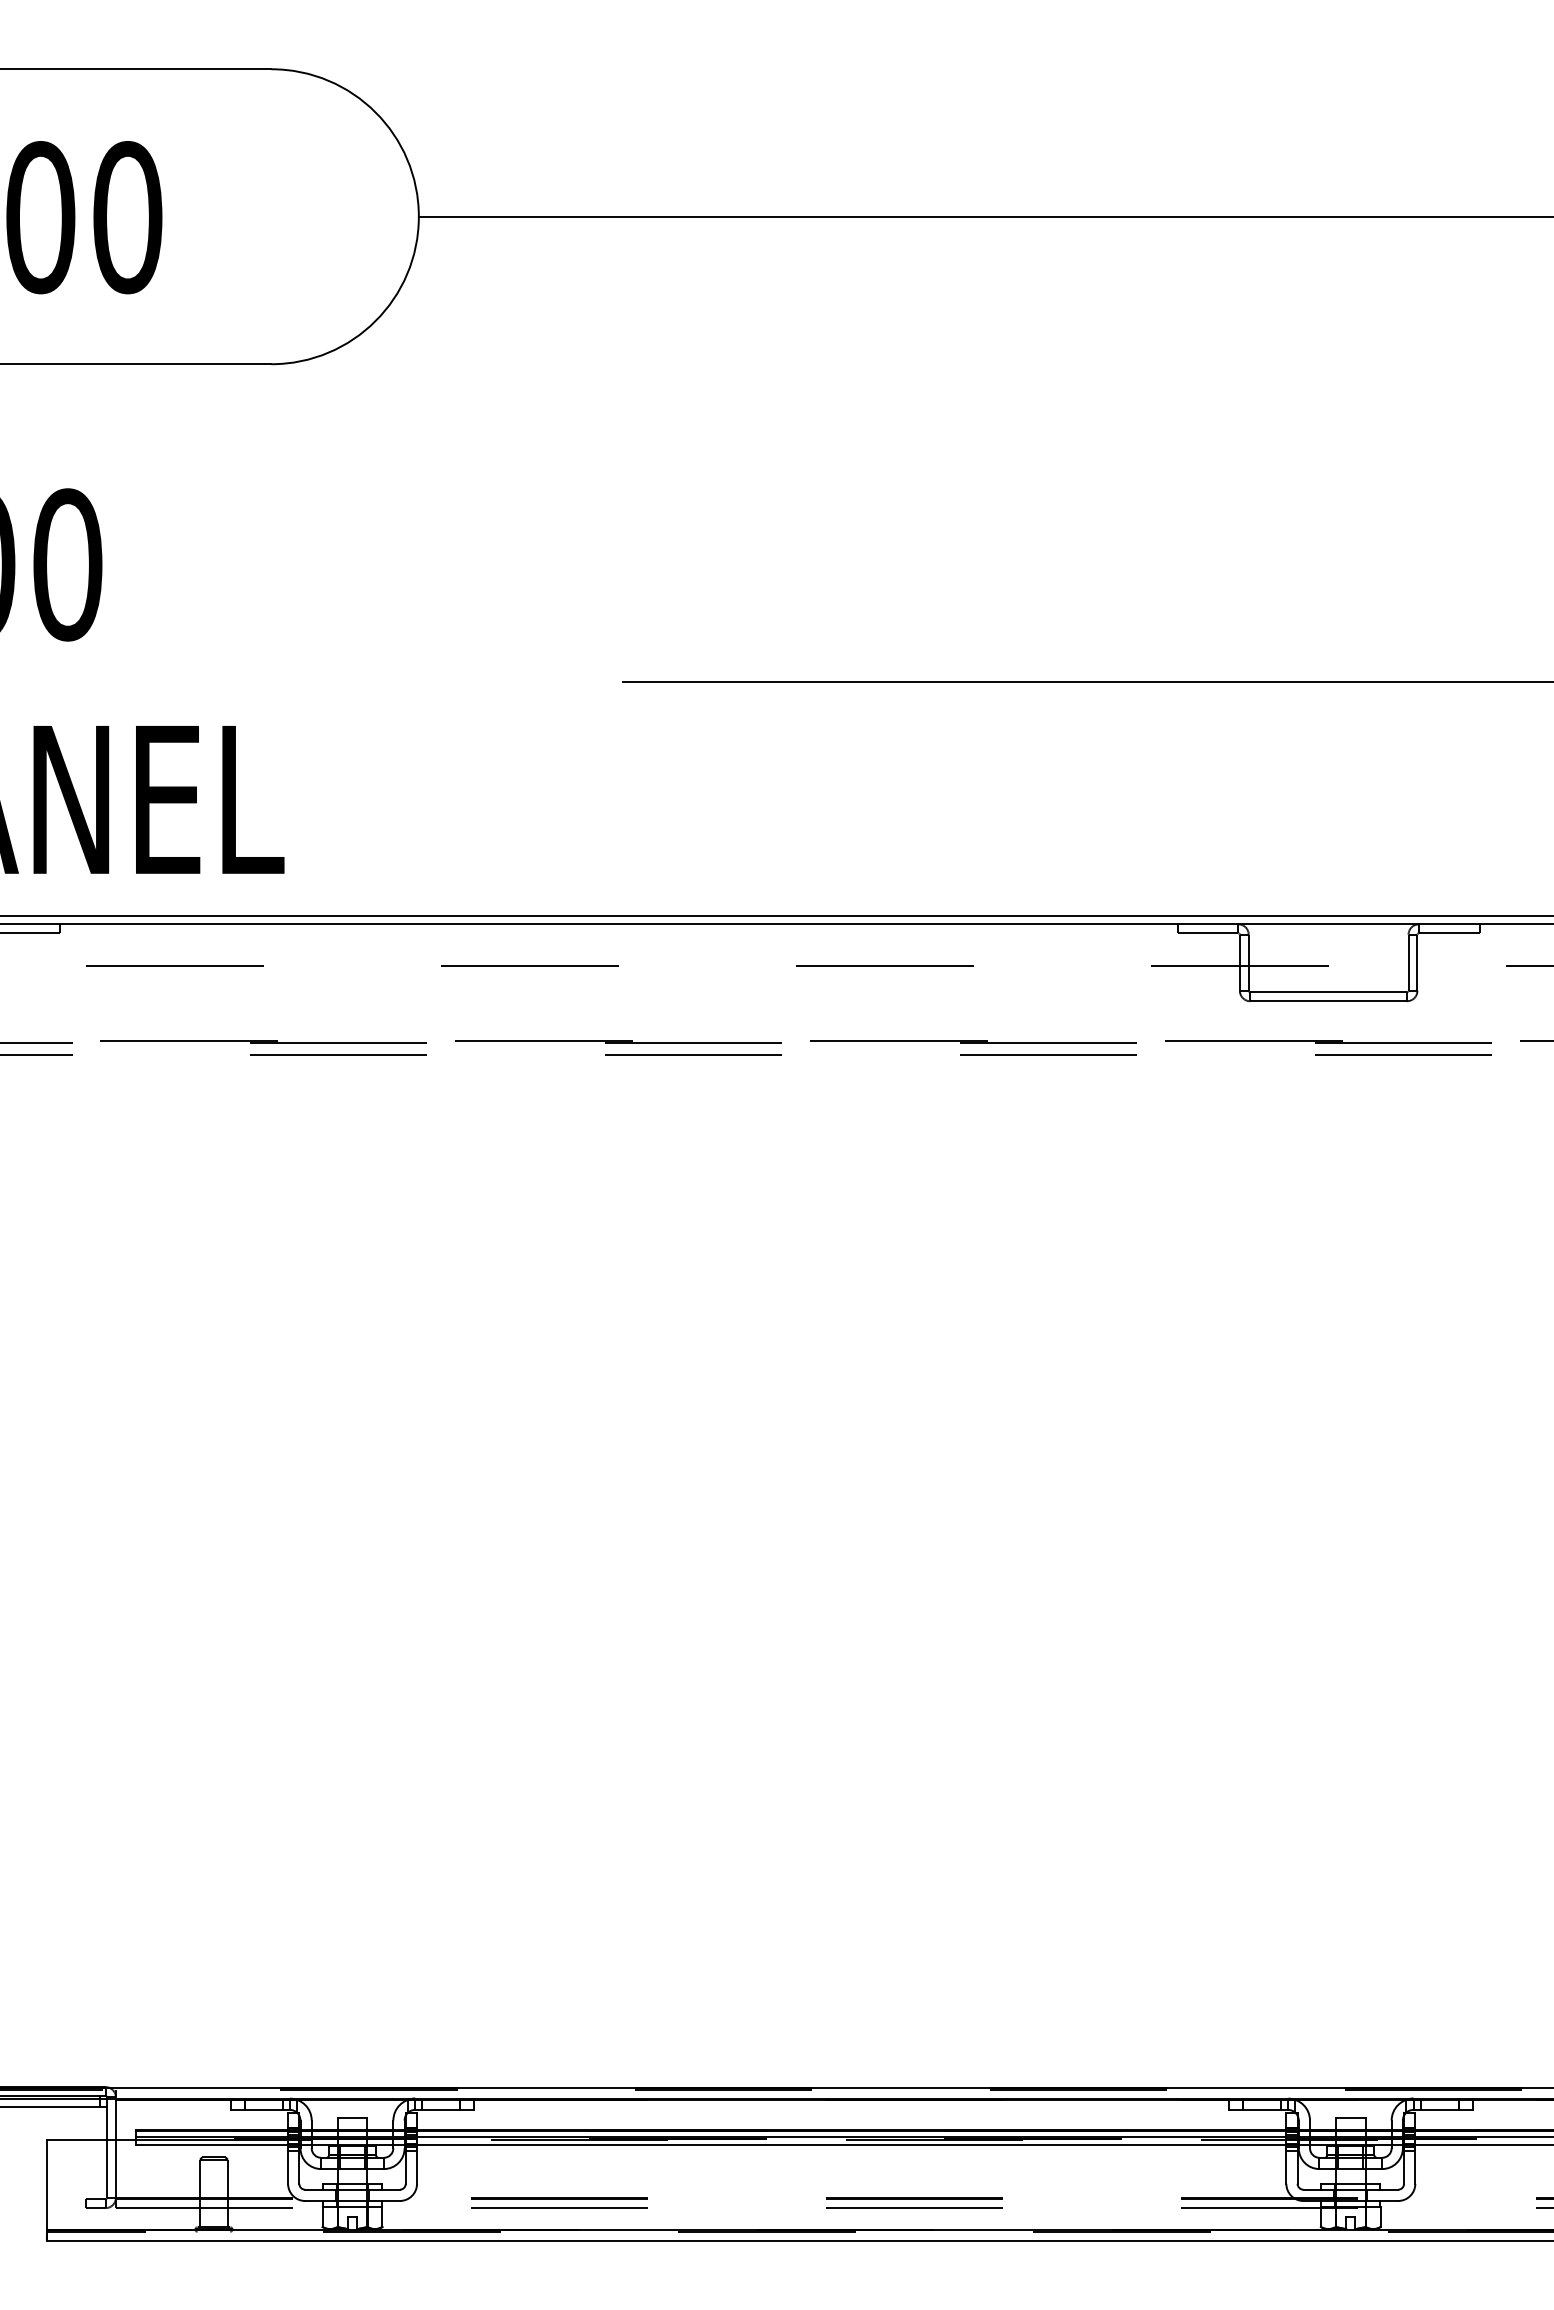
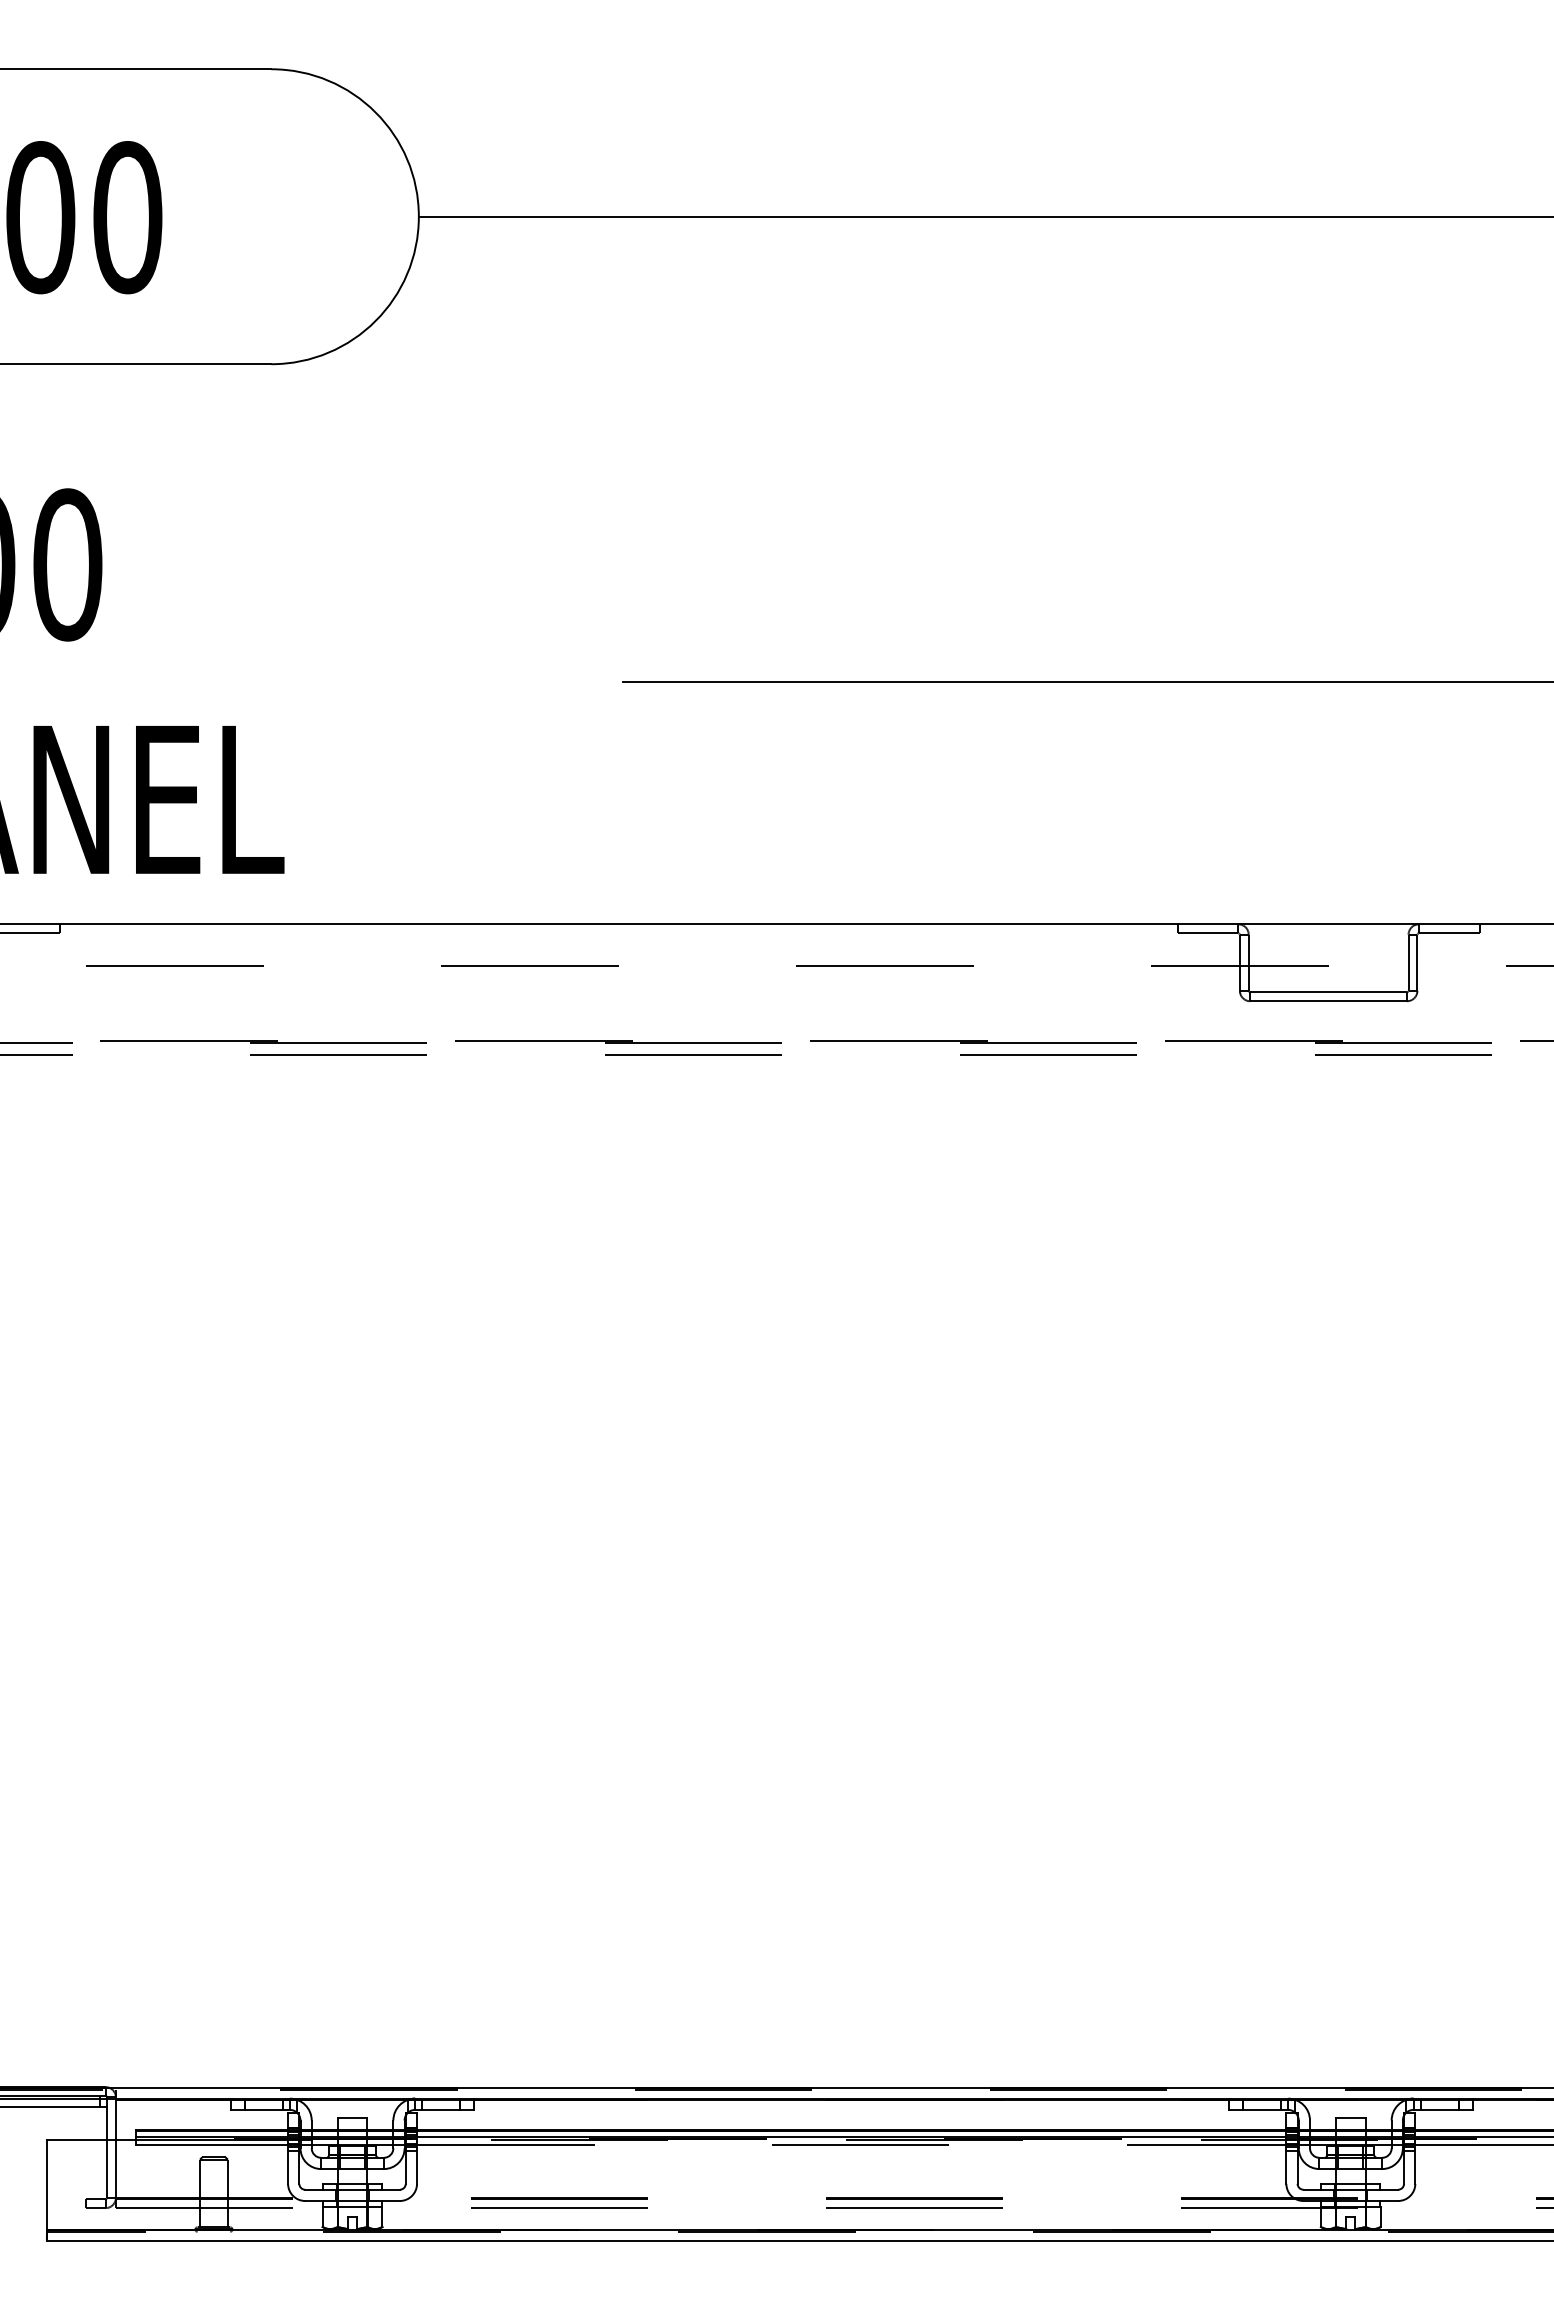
line at (776, 915): present -> none
line at (851, 2144): solid -> dashed
